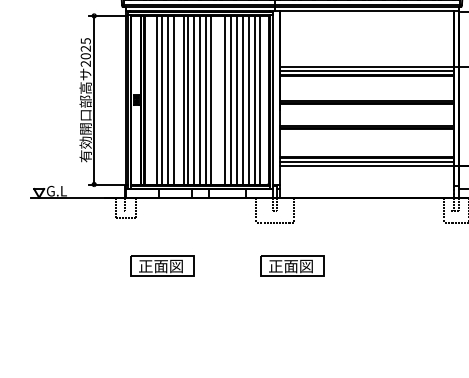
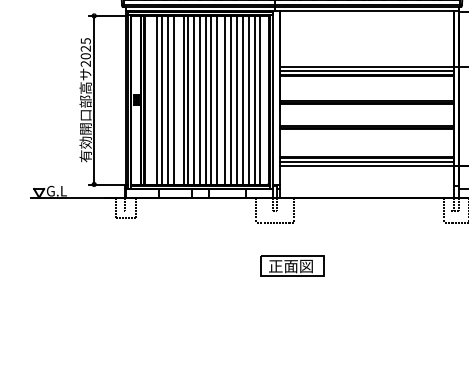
line at (217, 99): none -> present
part at (162, 265): present -> none
